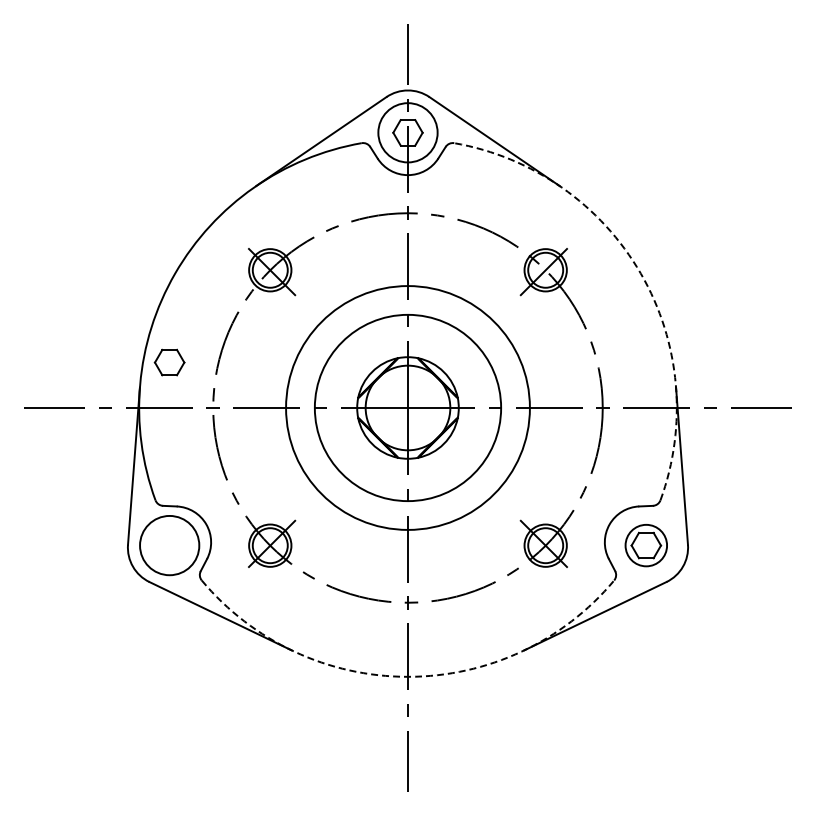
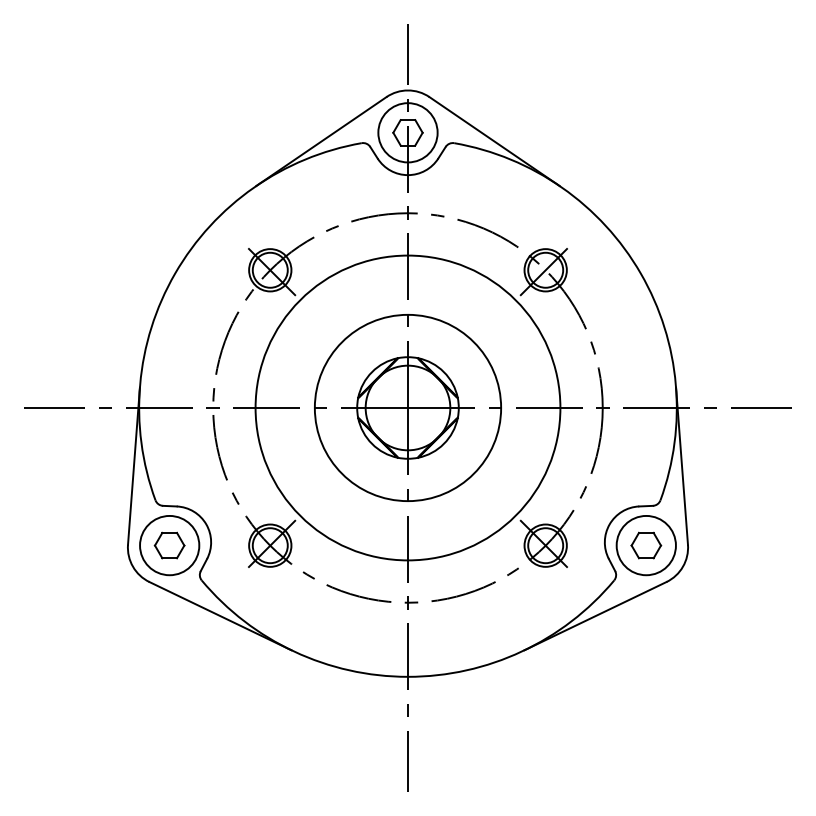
arc at (640, 273): dashed -> solid
part at (169, 362) position: (169, 362) -> (169, 545)
circle at (407, 407) diameter: 244 px -> 305 px
circle at (646, 545) diameter: 41 px -> 59 px
arc at (408, 676): dashed -> solid
